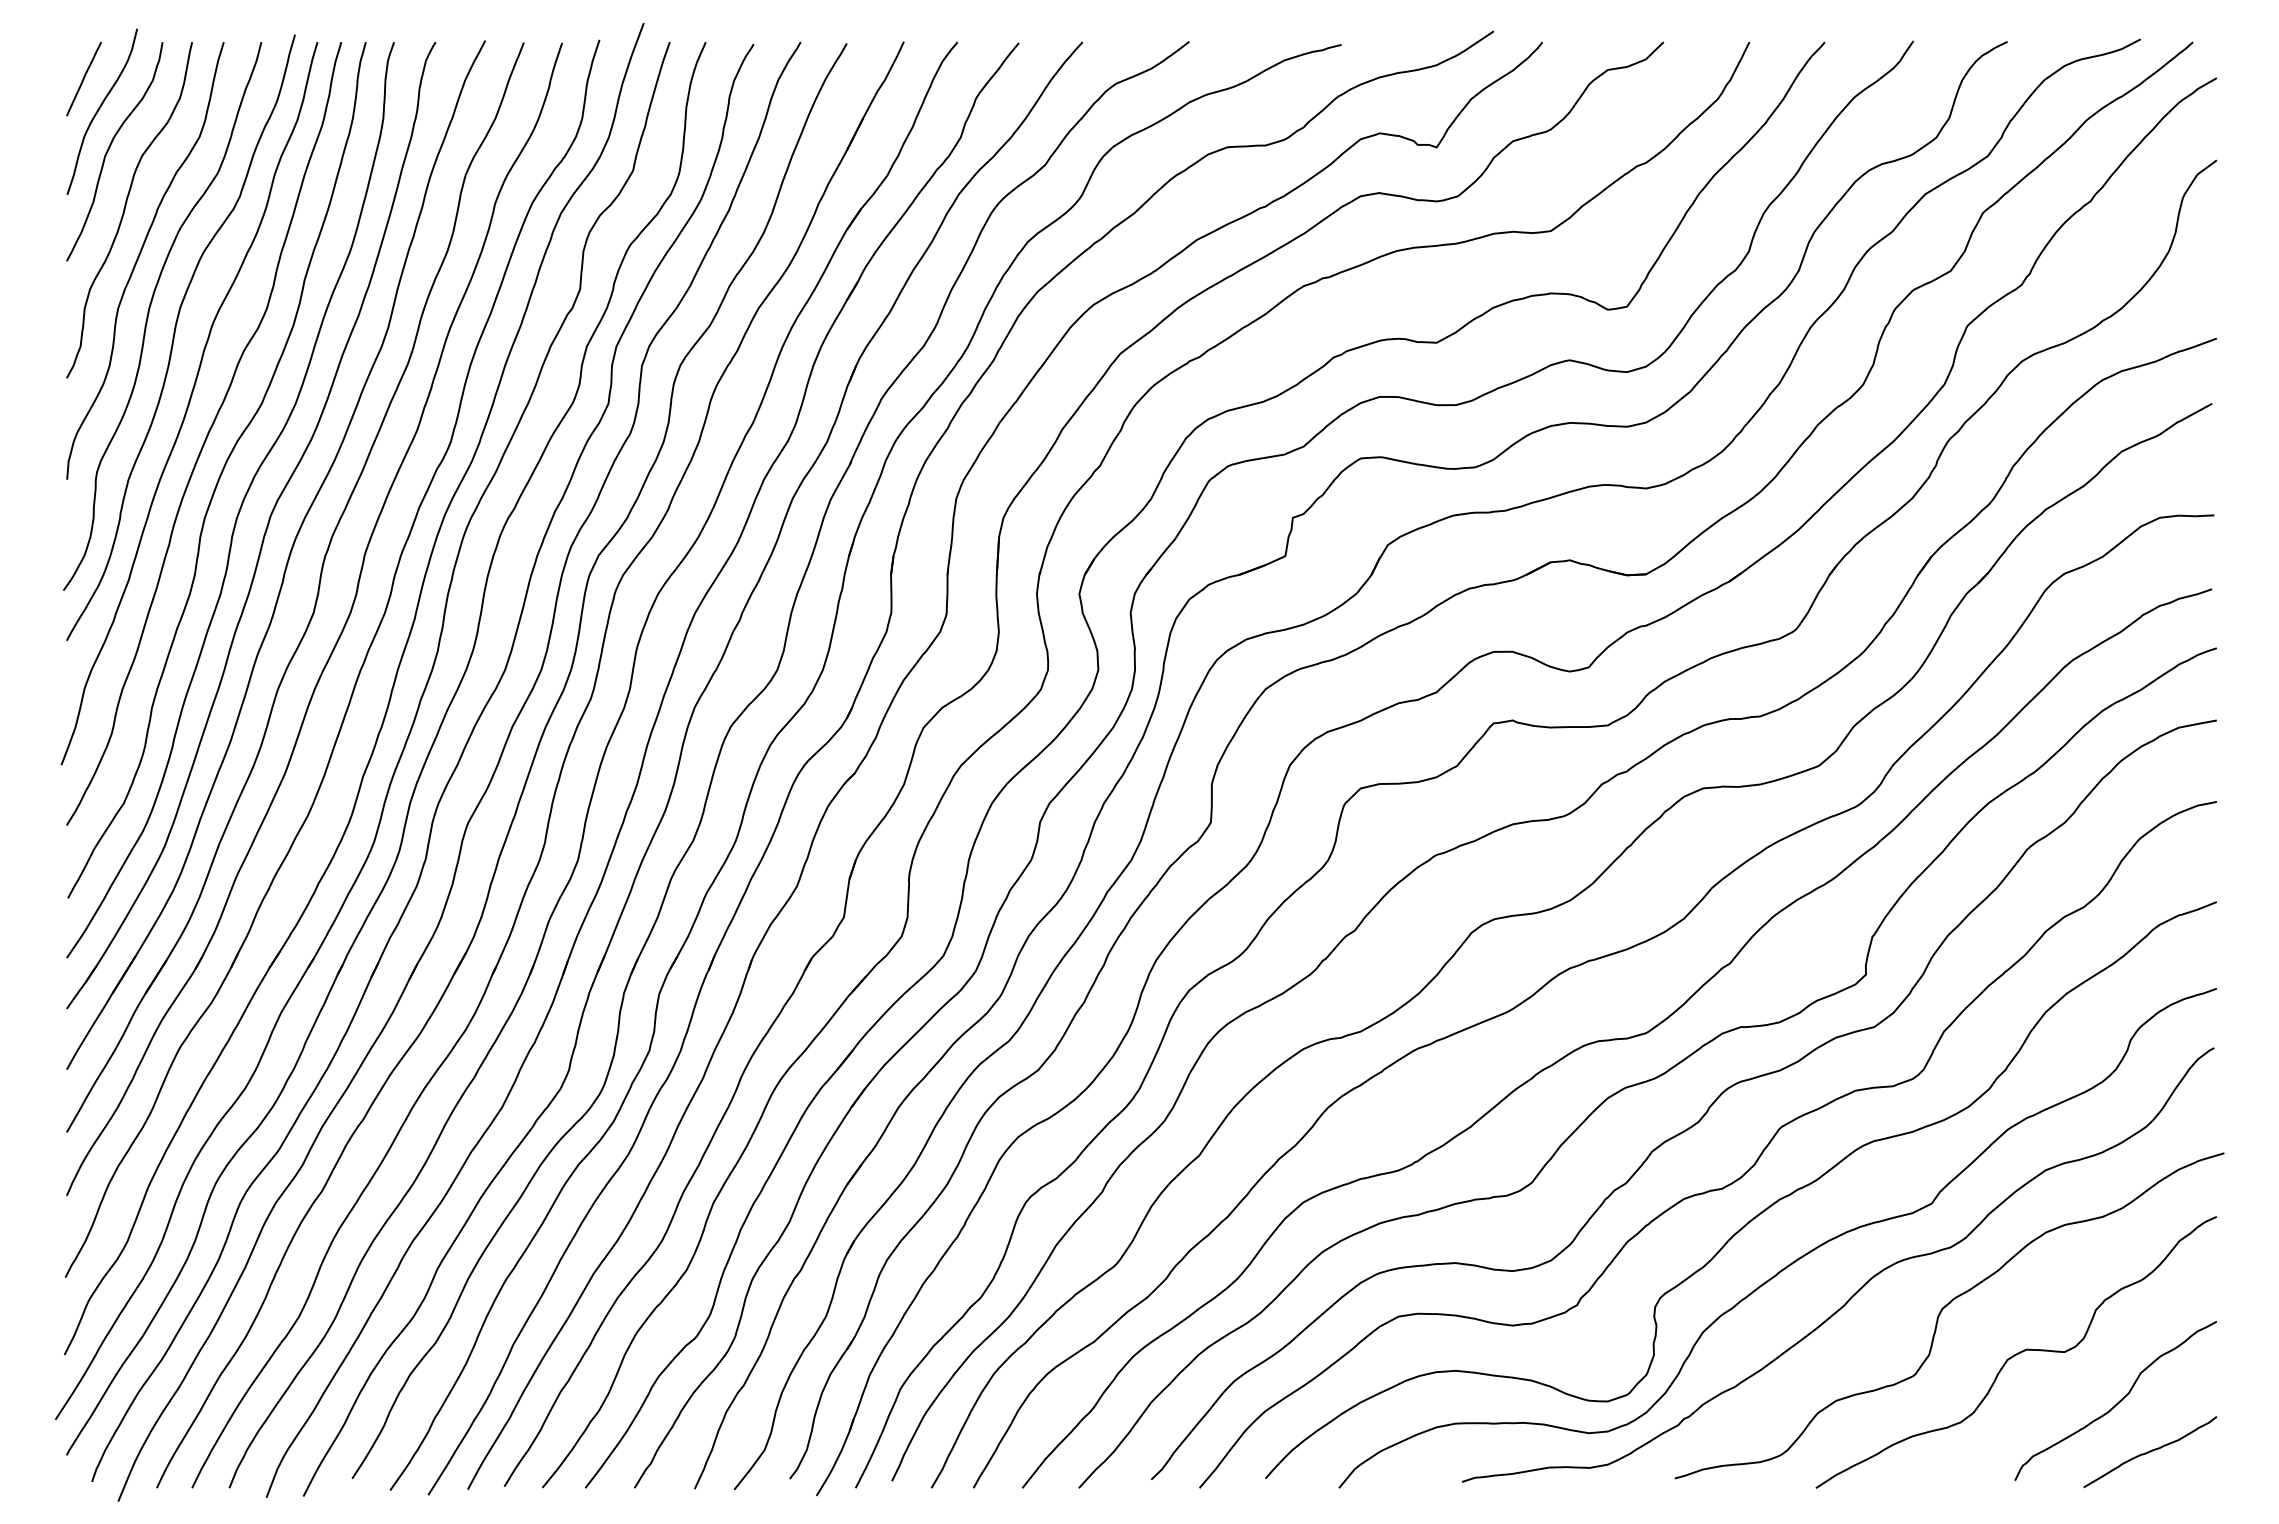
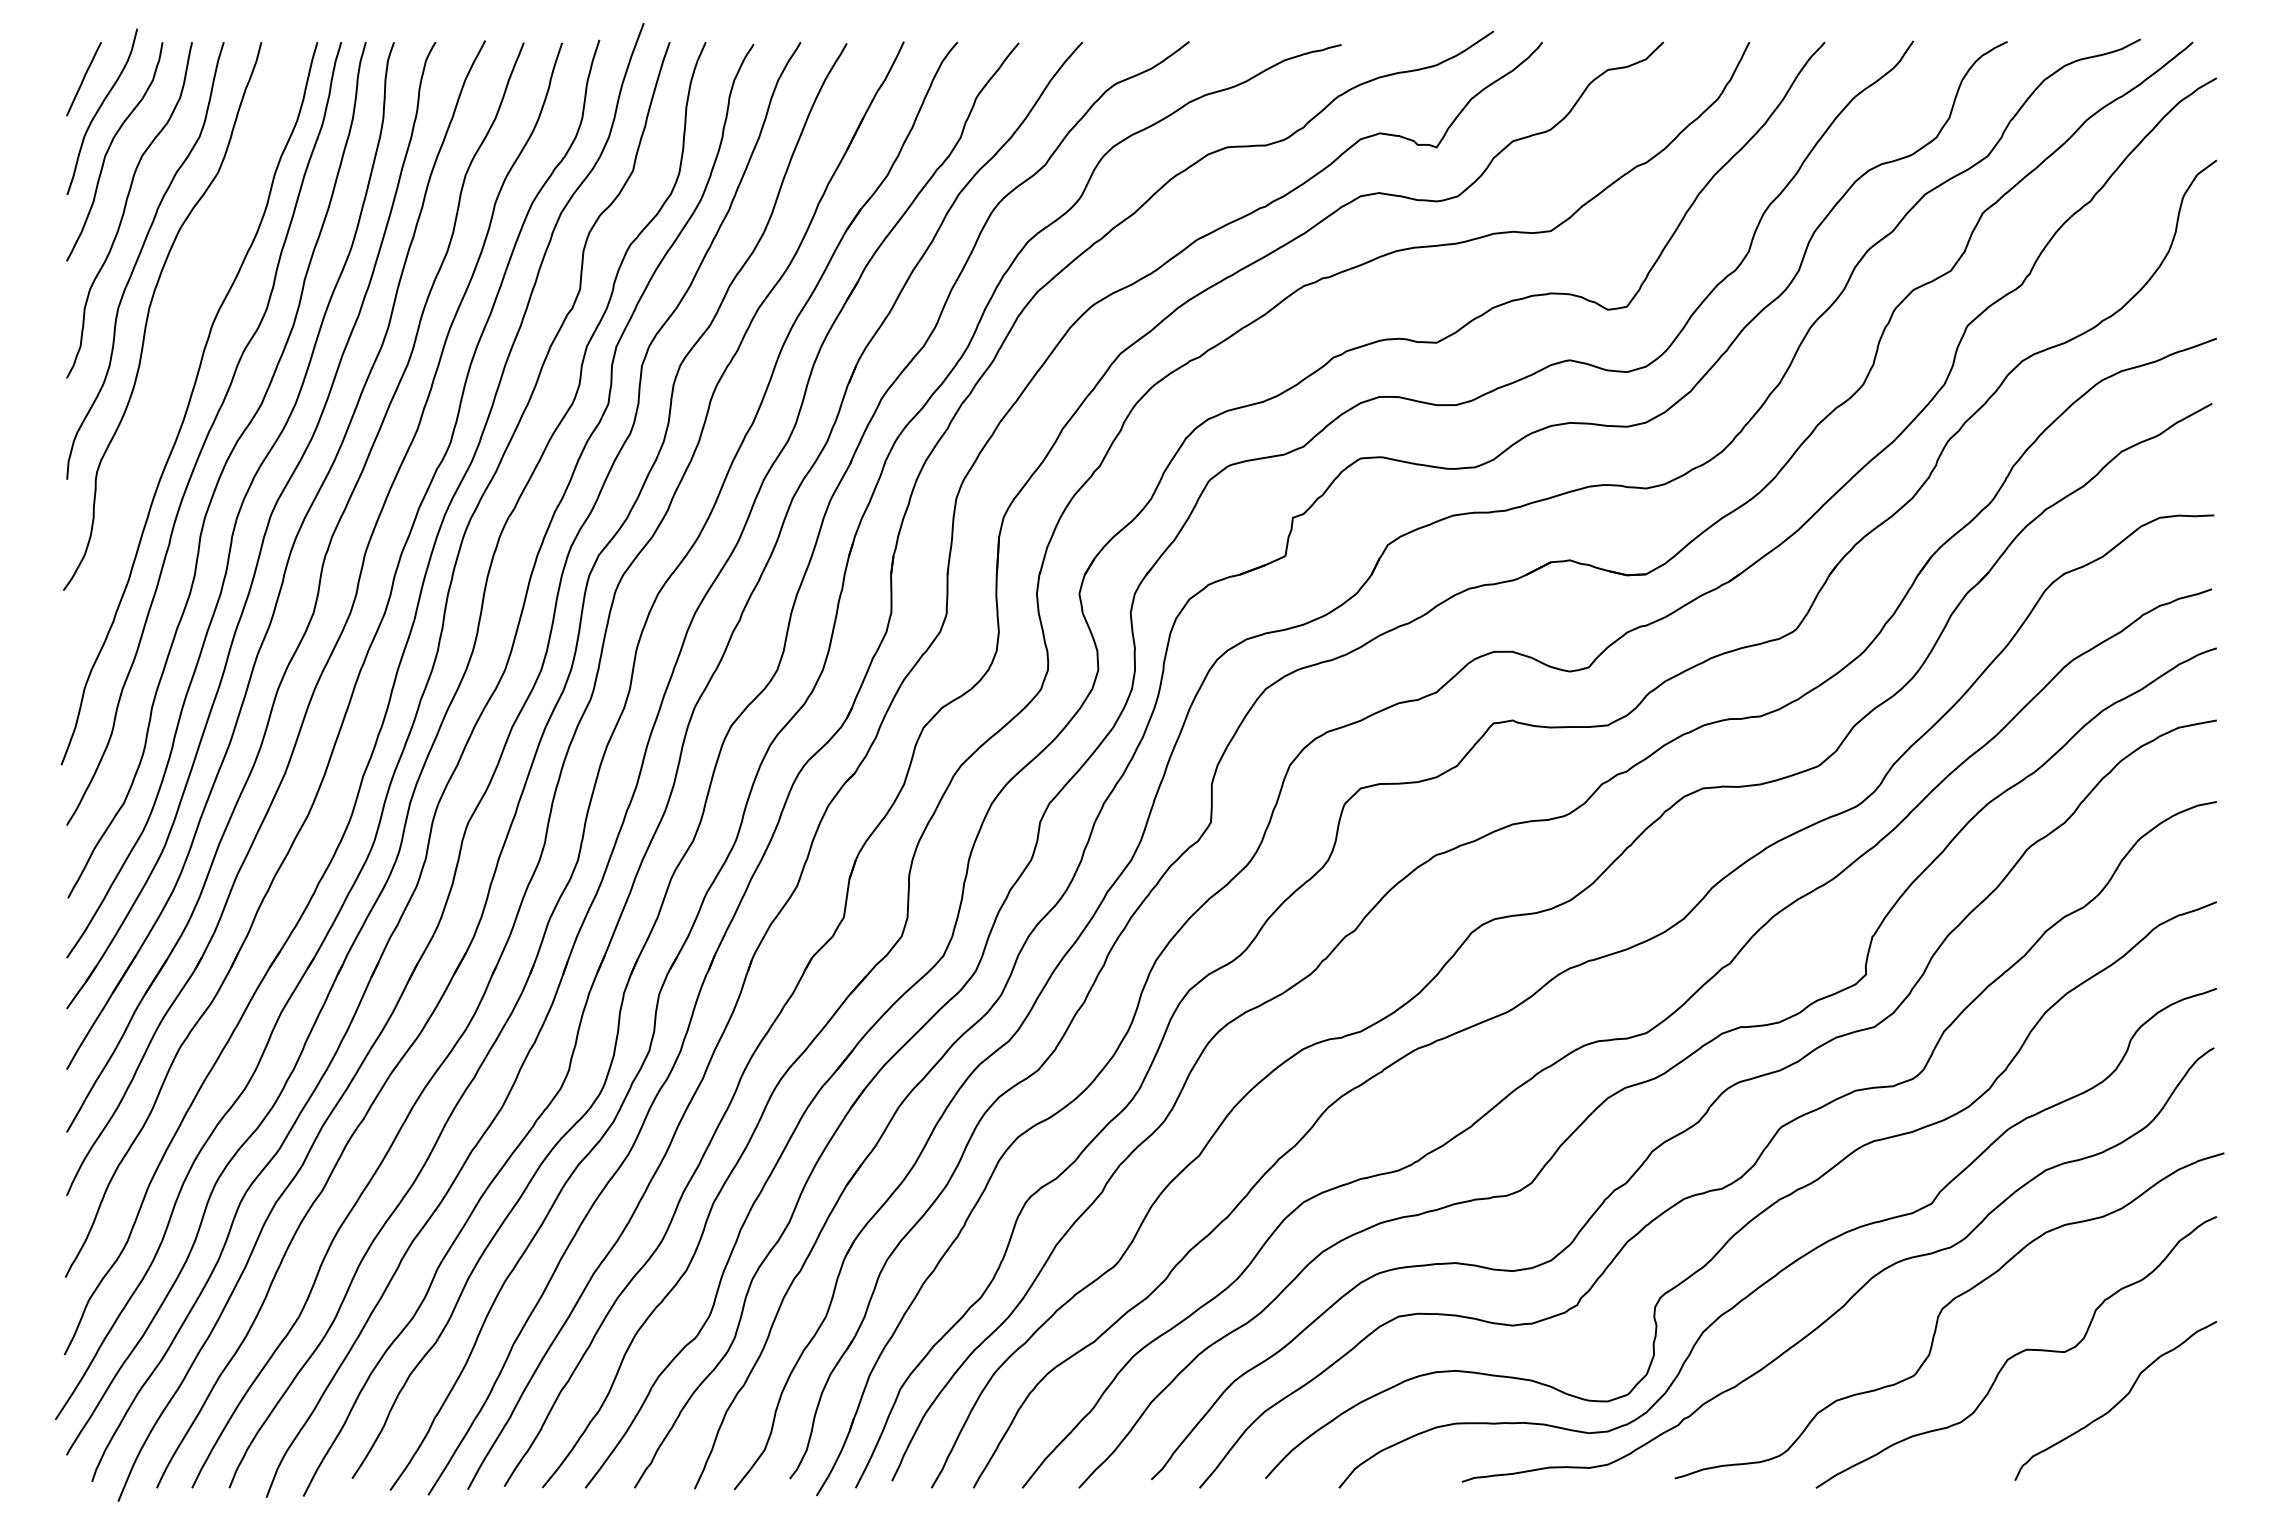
curve at (175, 334): present -> none
curve at (2150, 1452): present -> none
